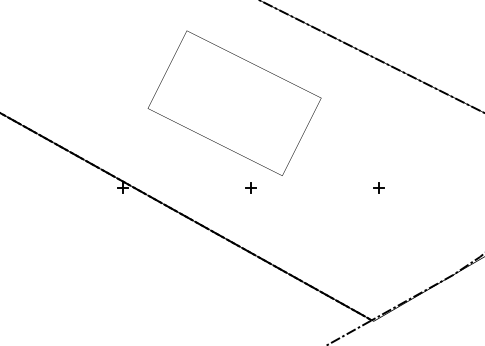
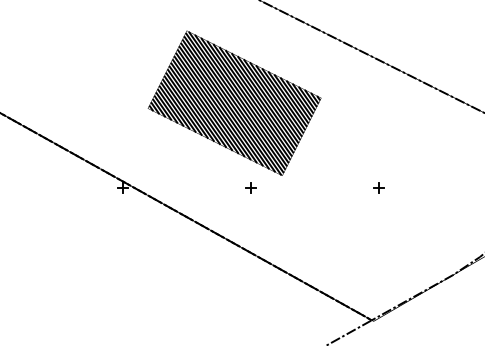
hatch at (234, 103): none -> present
